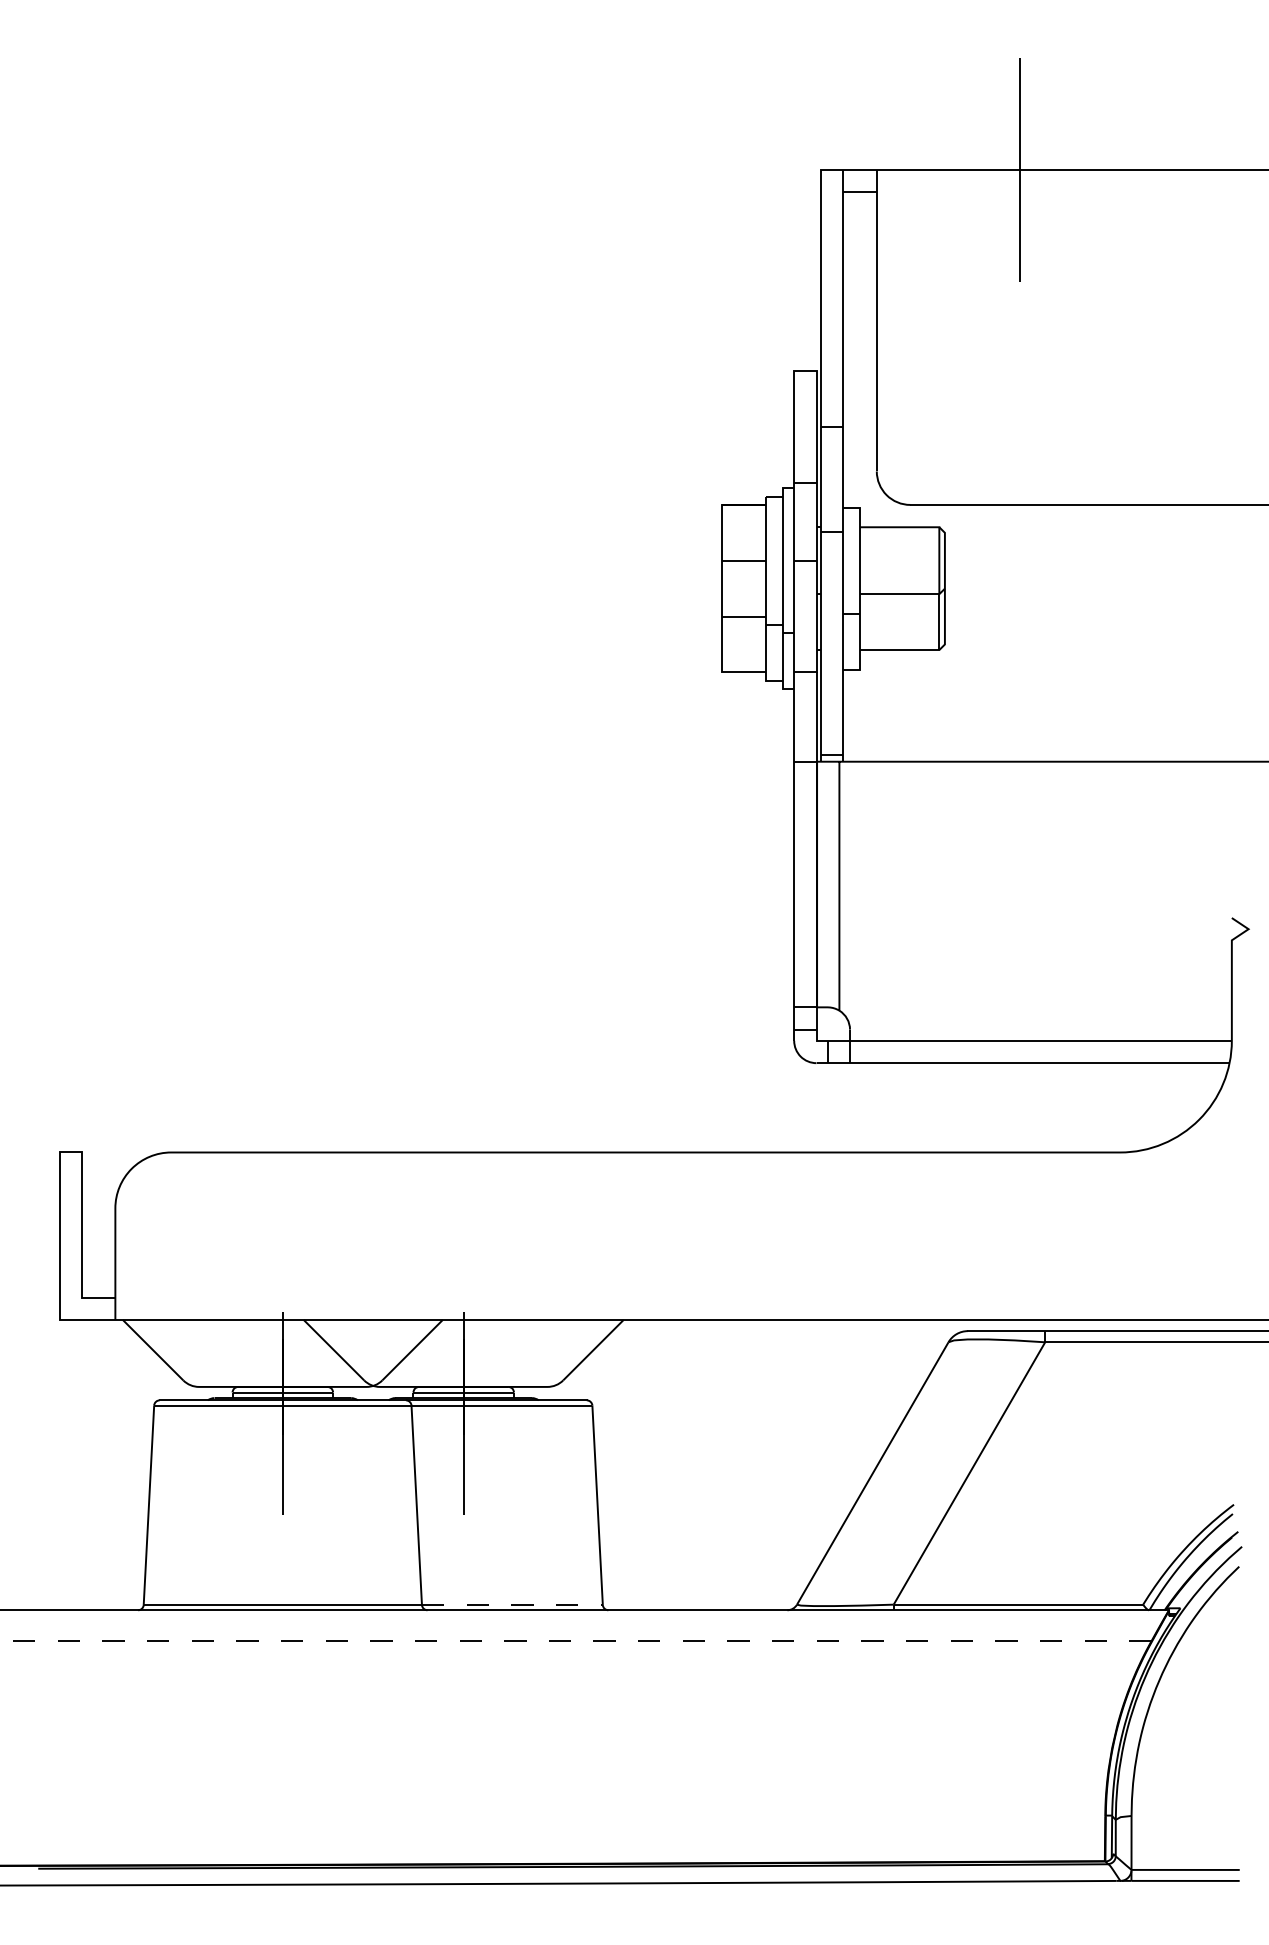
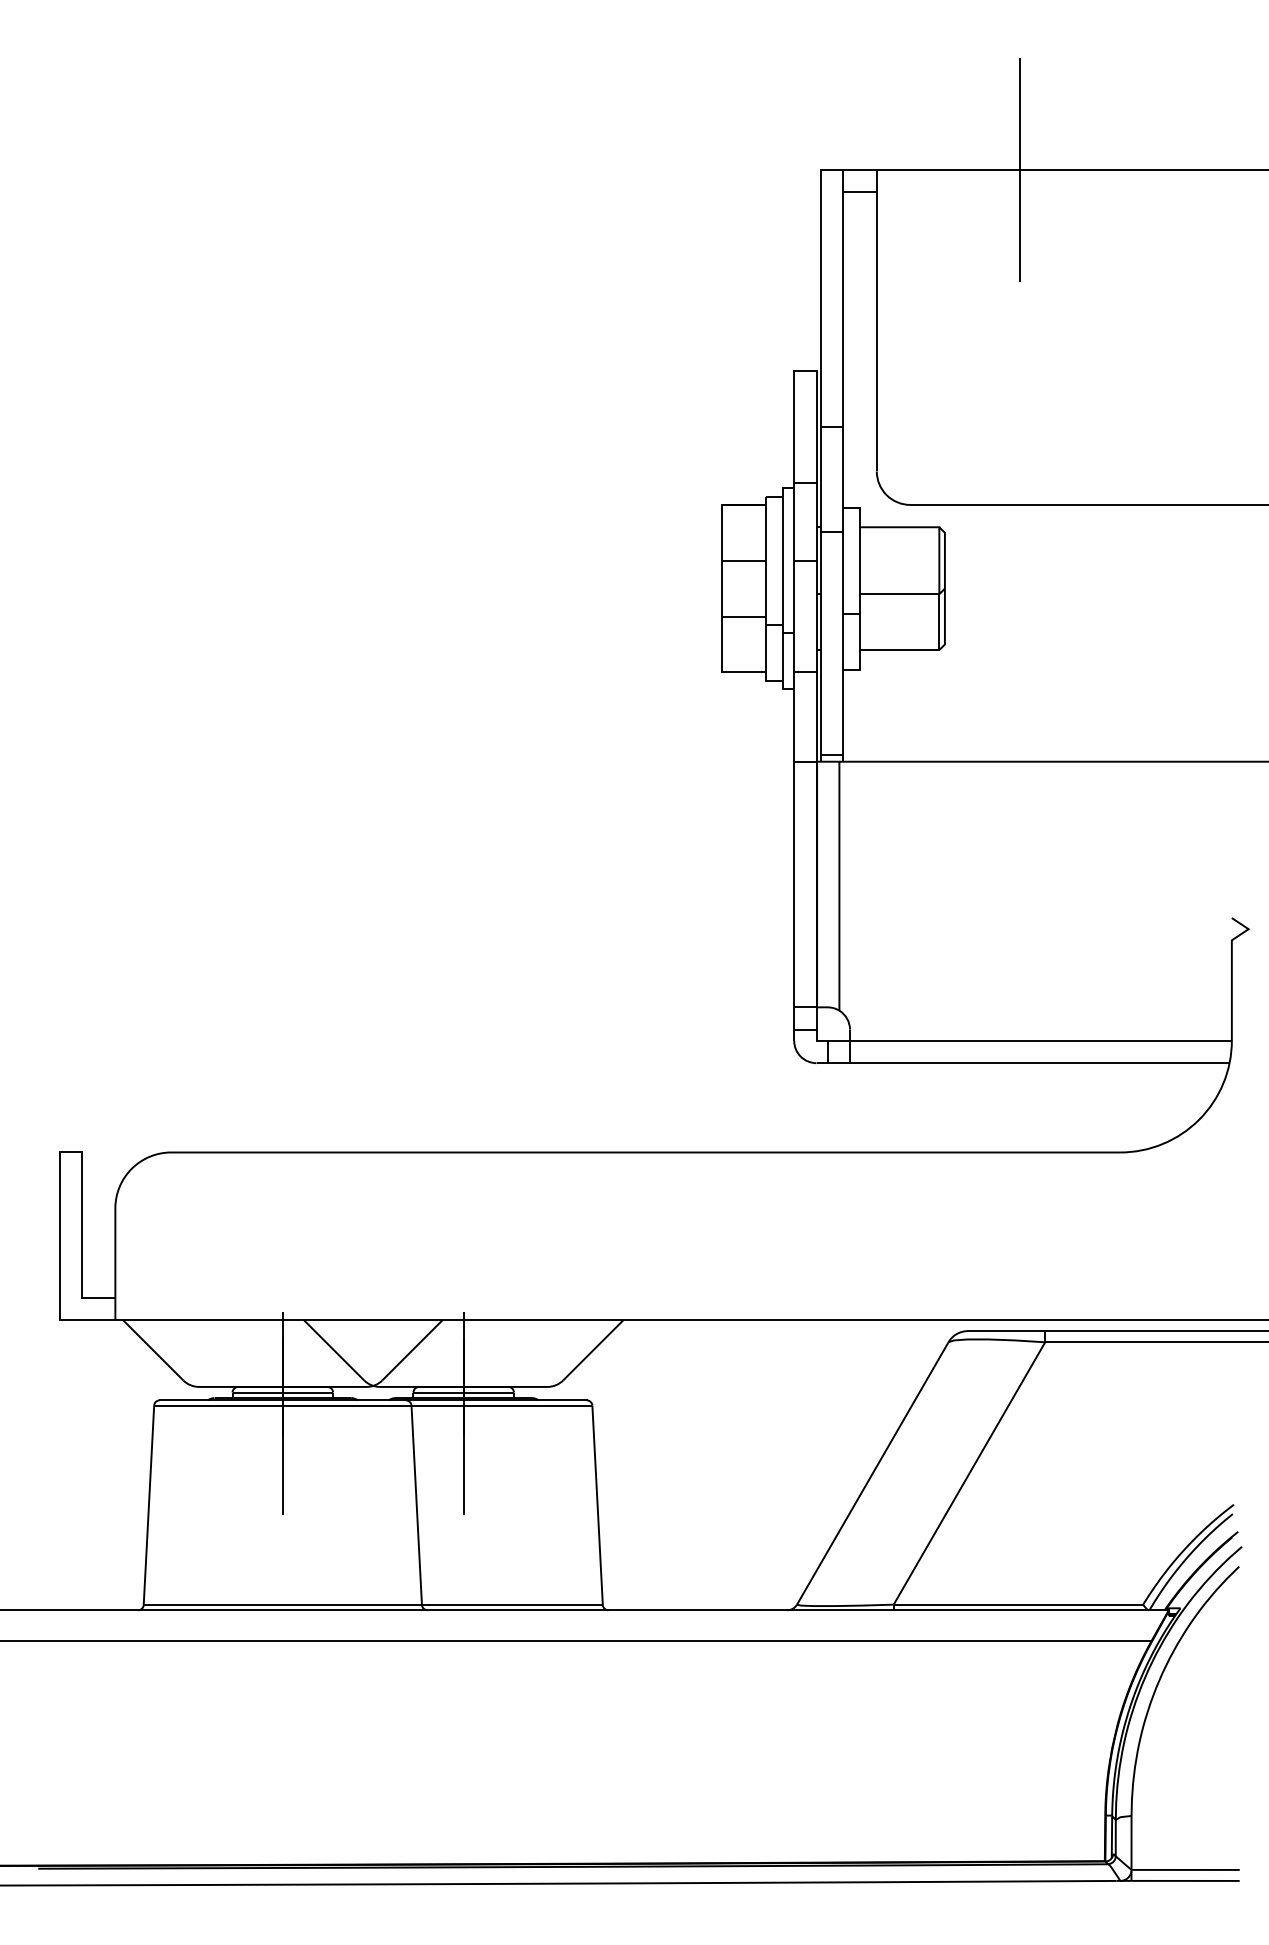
line at (512, 1604): dashed -> solid
line at (575, 1640): dashed -> solid
